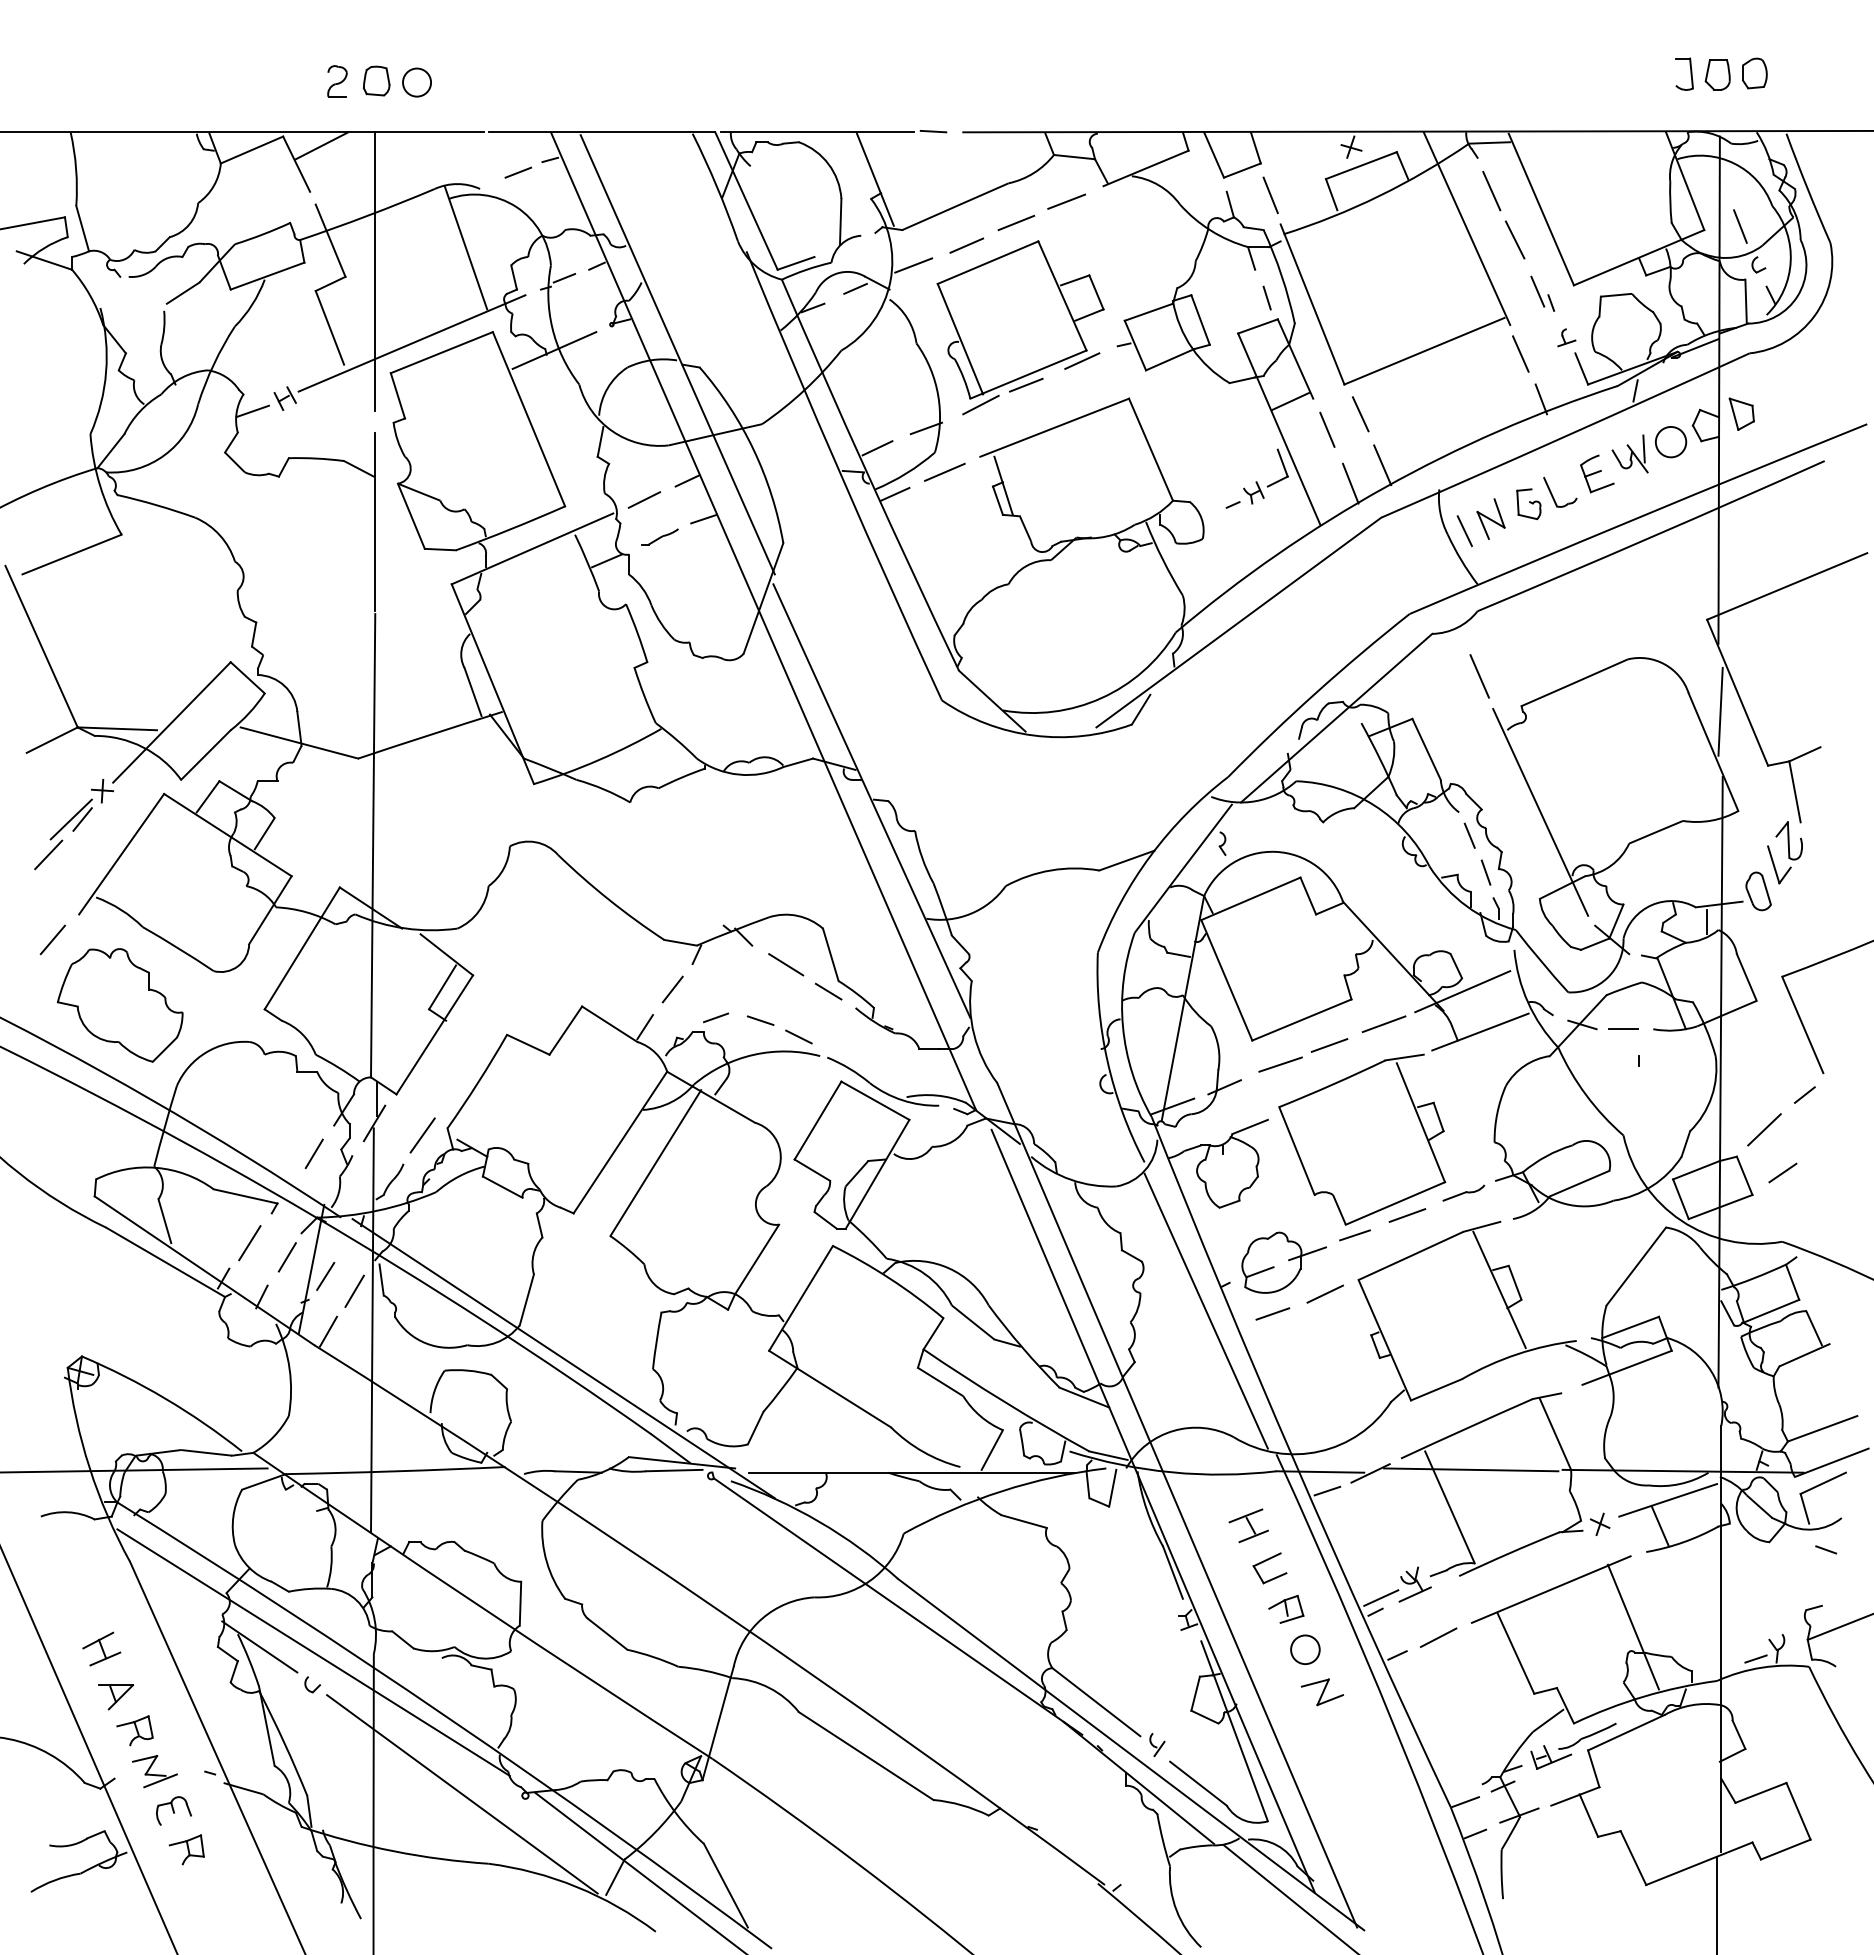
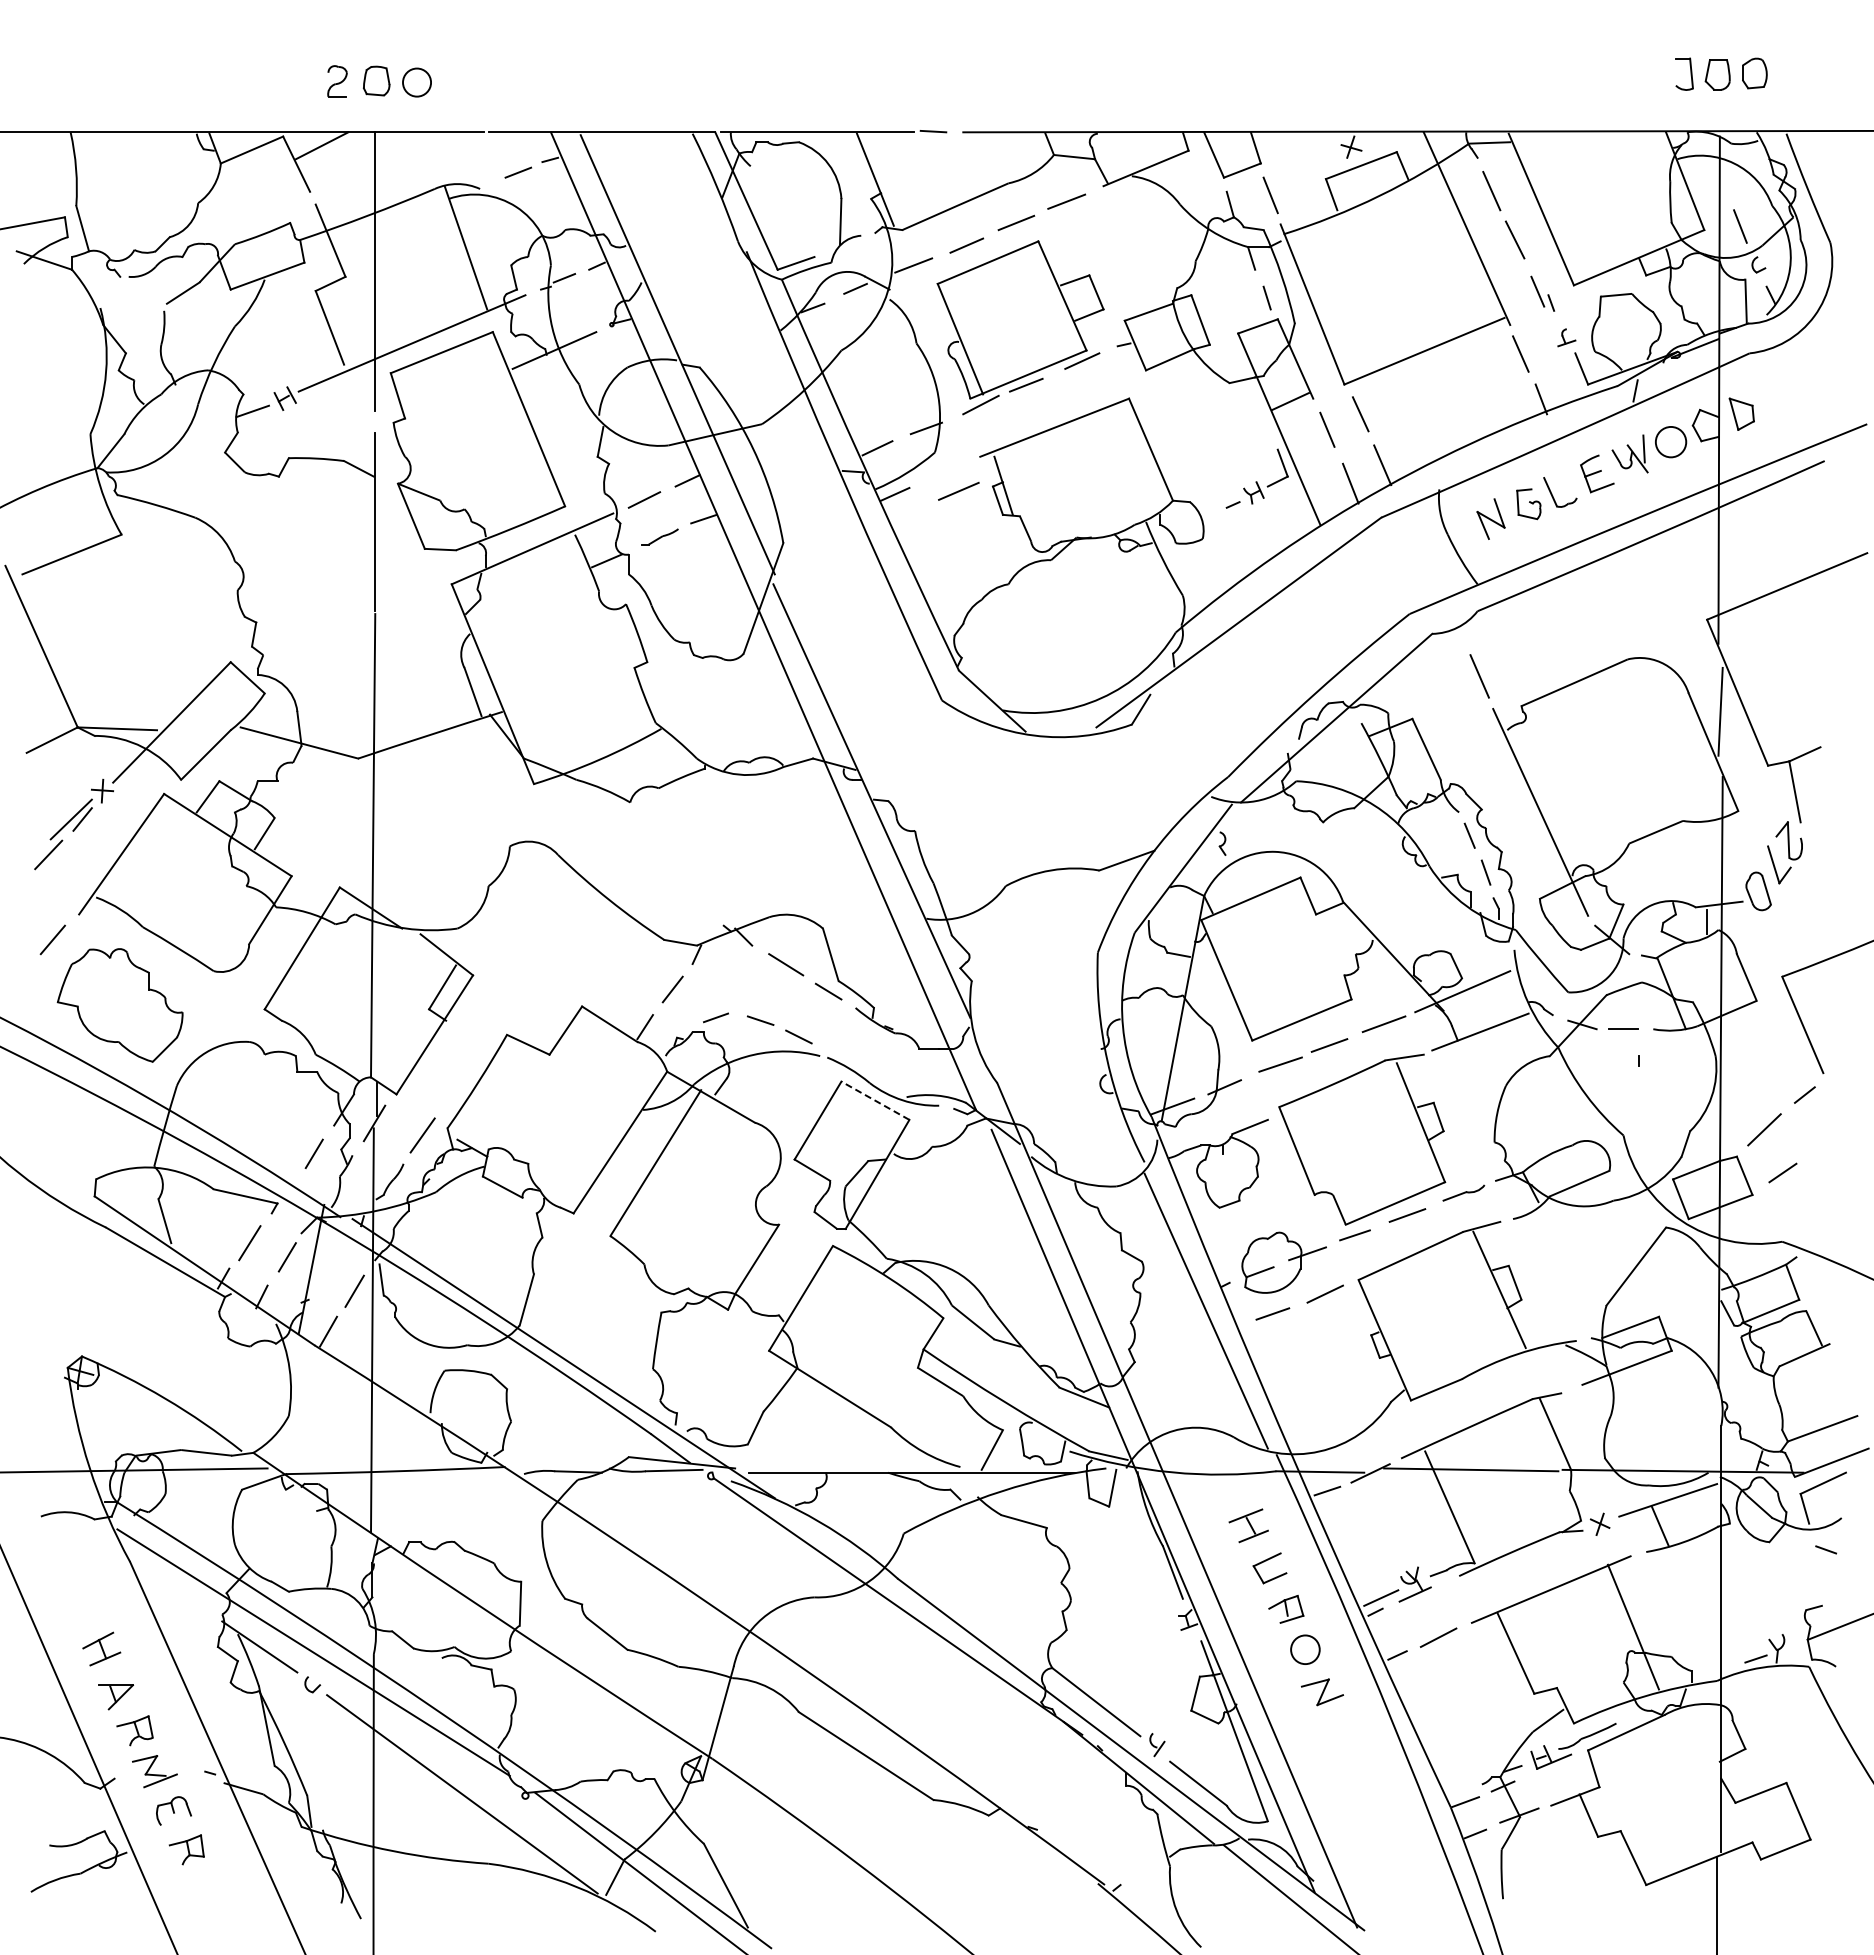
line at (944, 472) position: (944, 472) -> (958, 491)
line at (1464, 531): present -> none
line at (874, 1100): solid -> dashed
line at (325, 1276): present -> none
